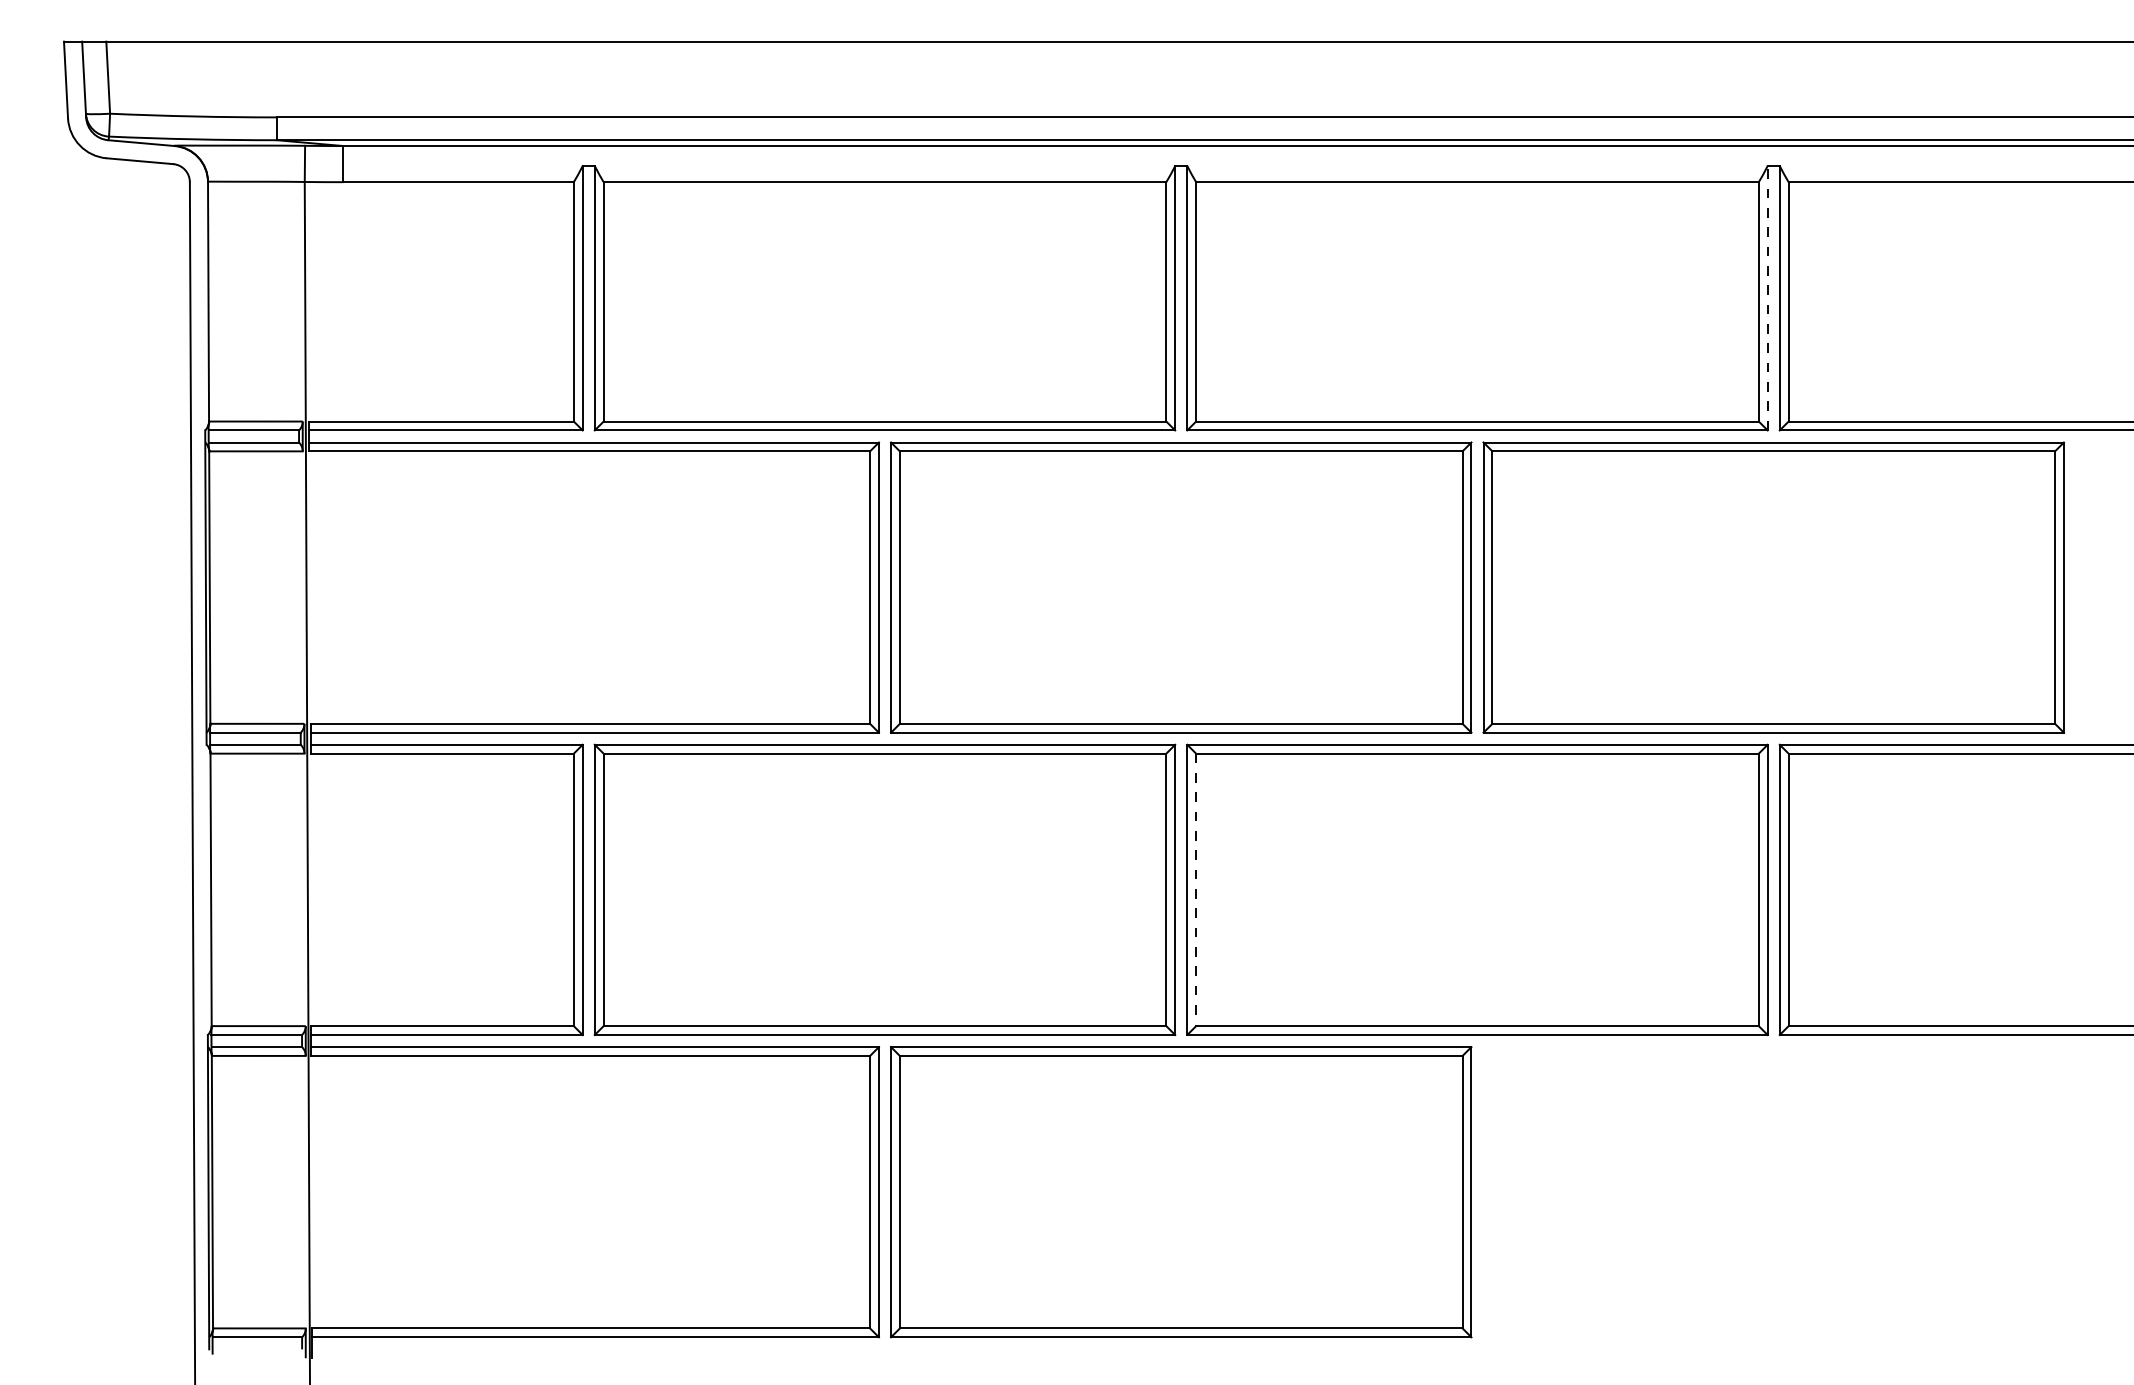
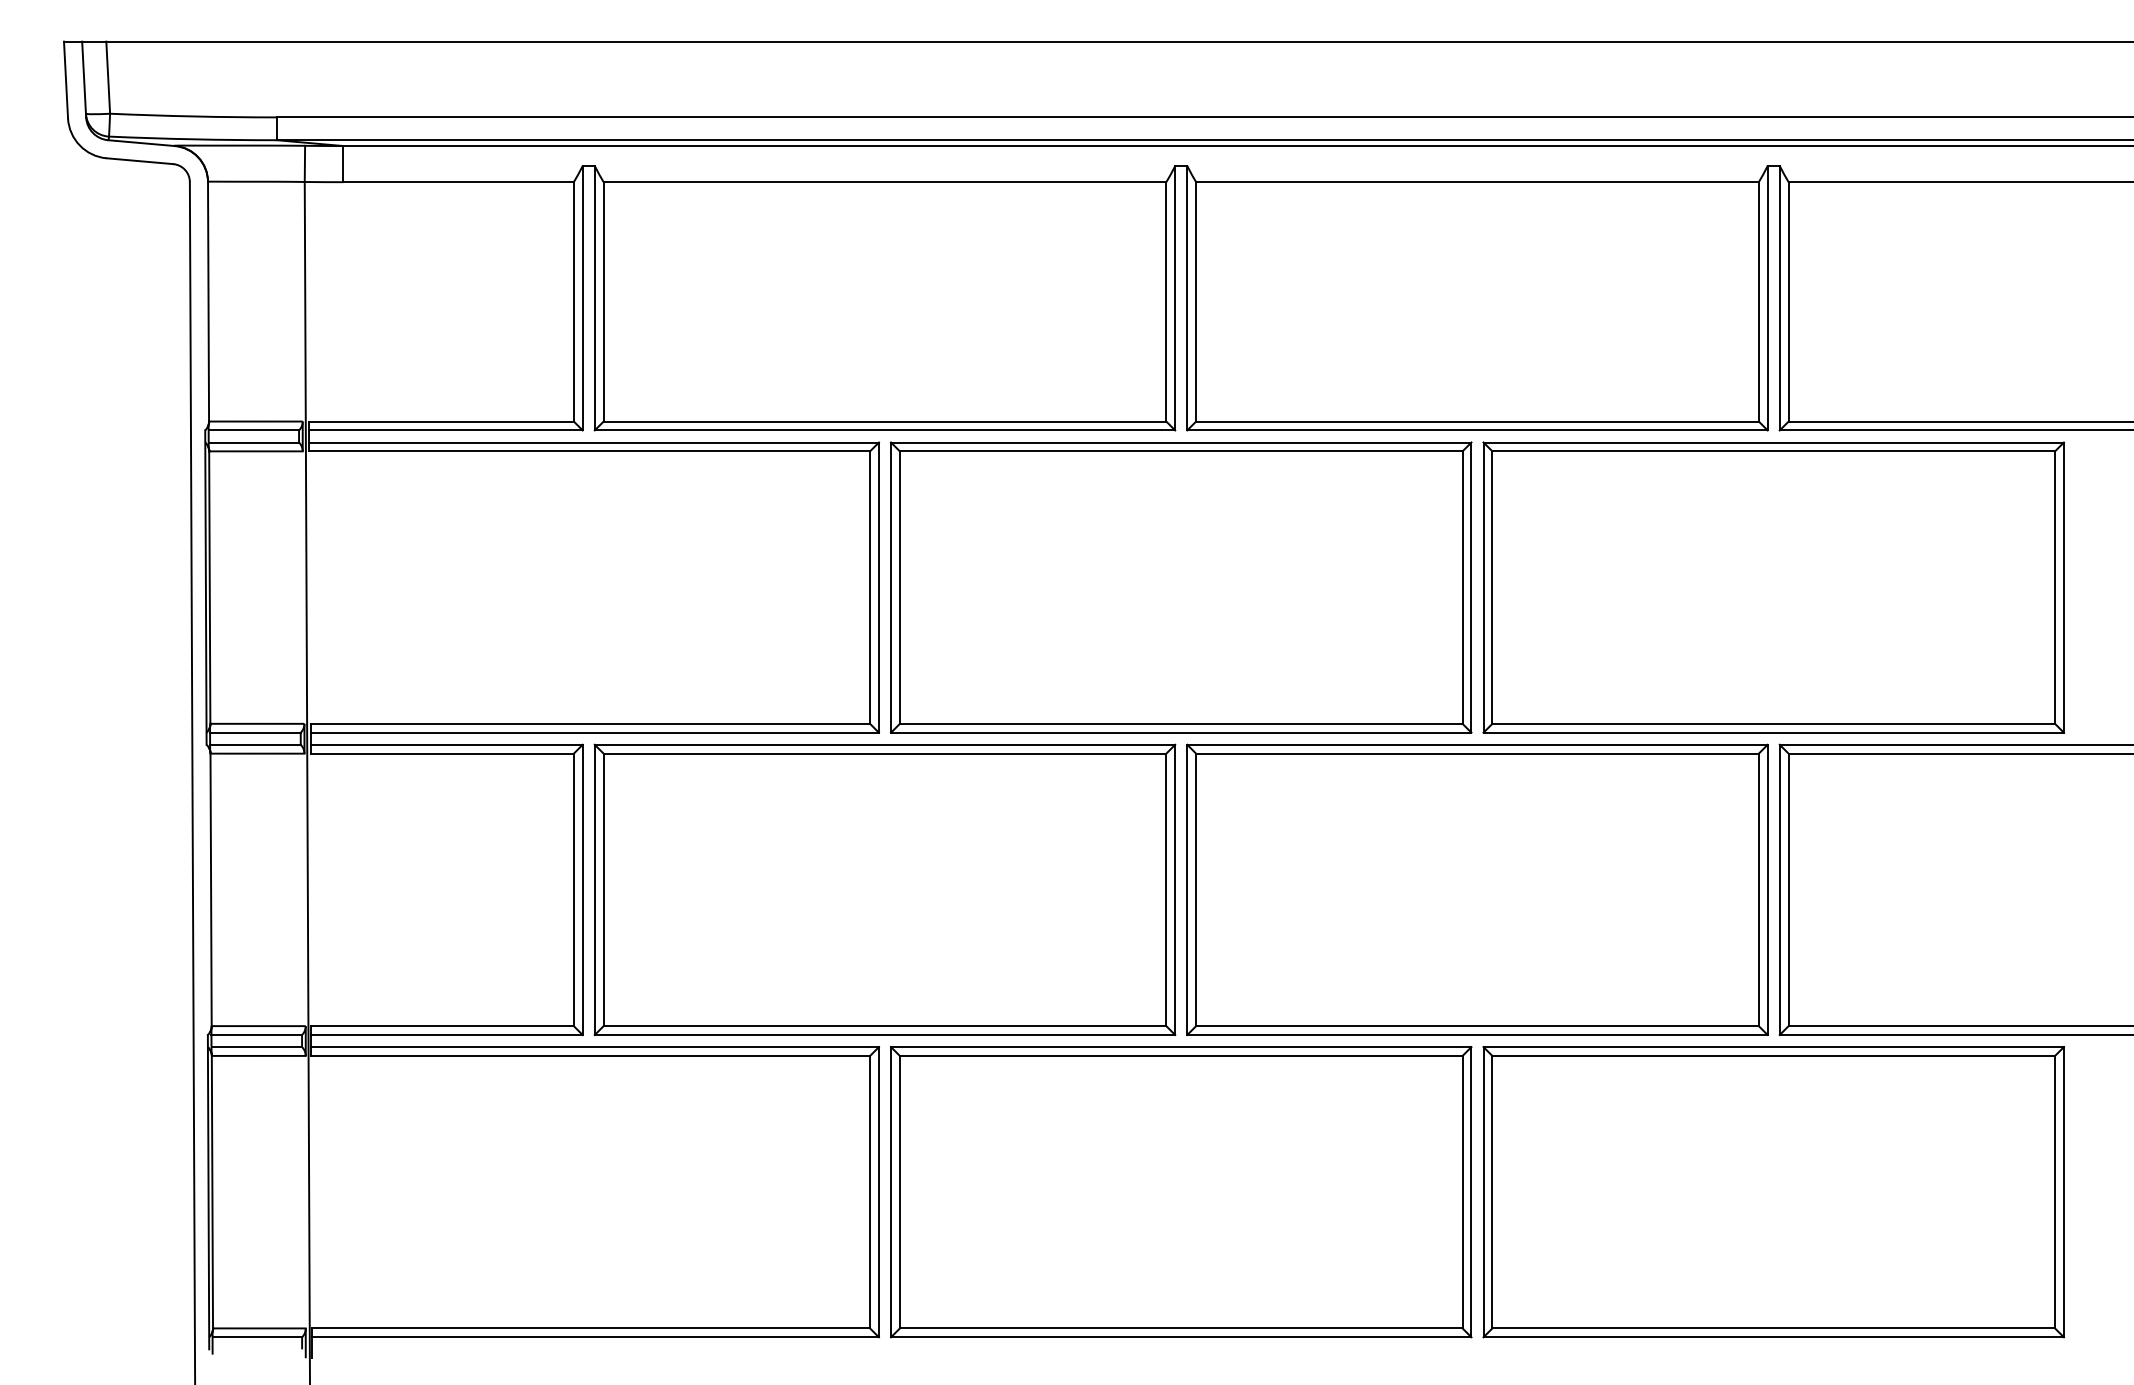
line at (1767, 297): dashed -> solid
line at (1196, 890): dashed -> solid
part at (1773, 1192): none -> present
